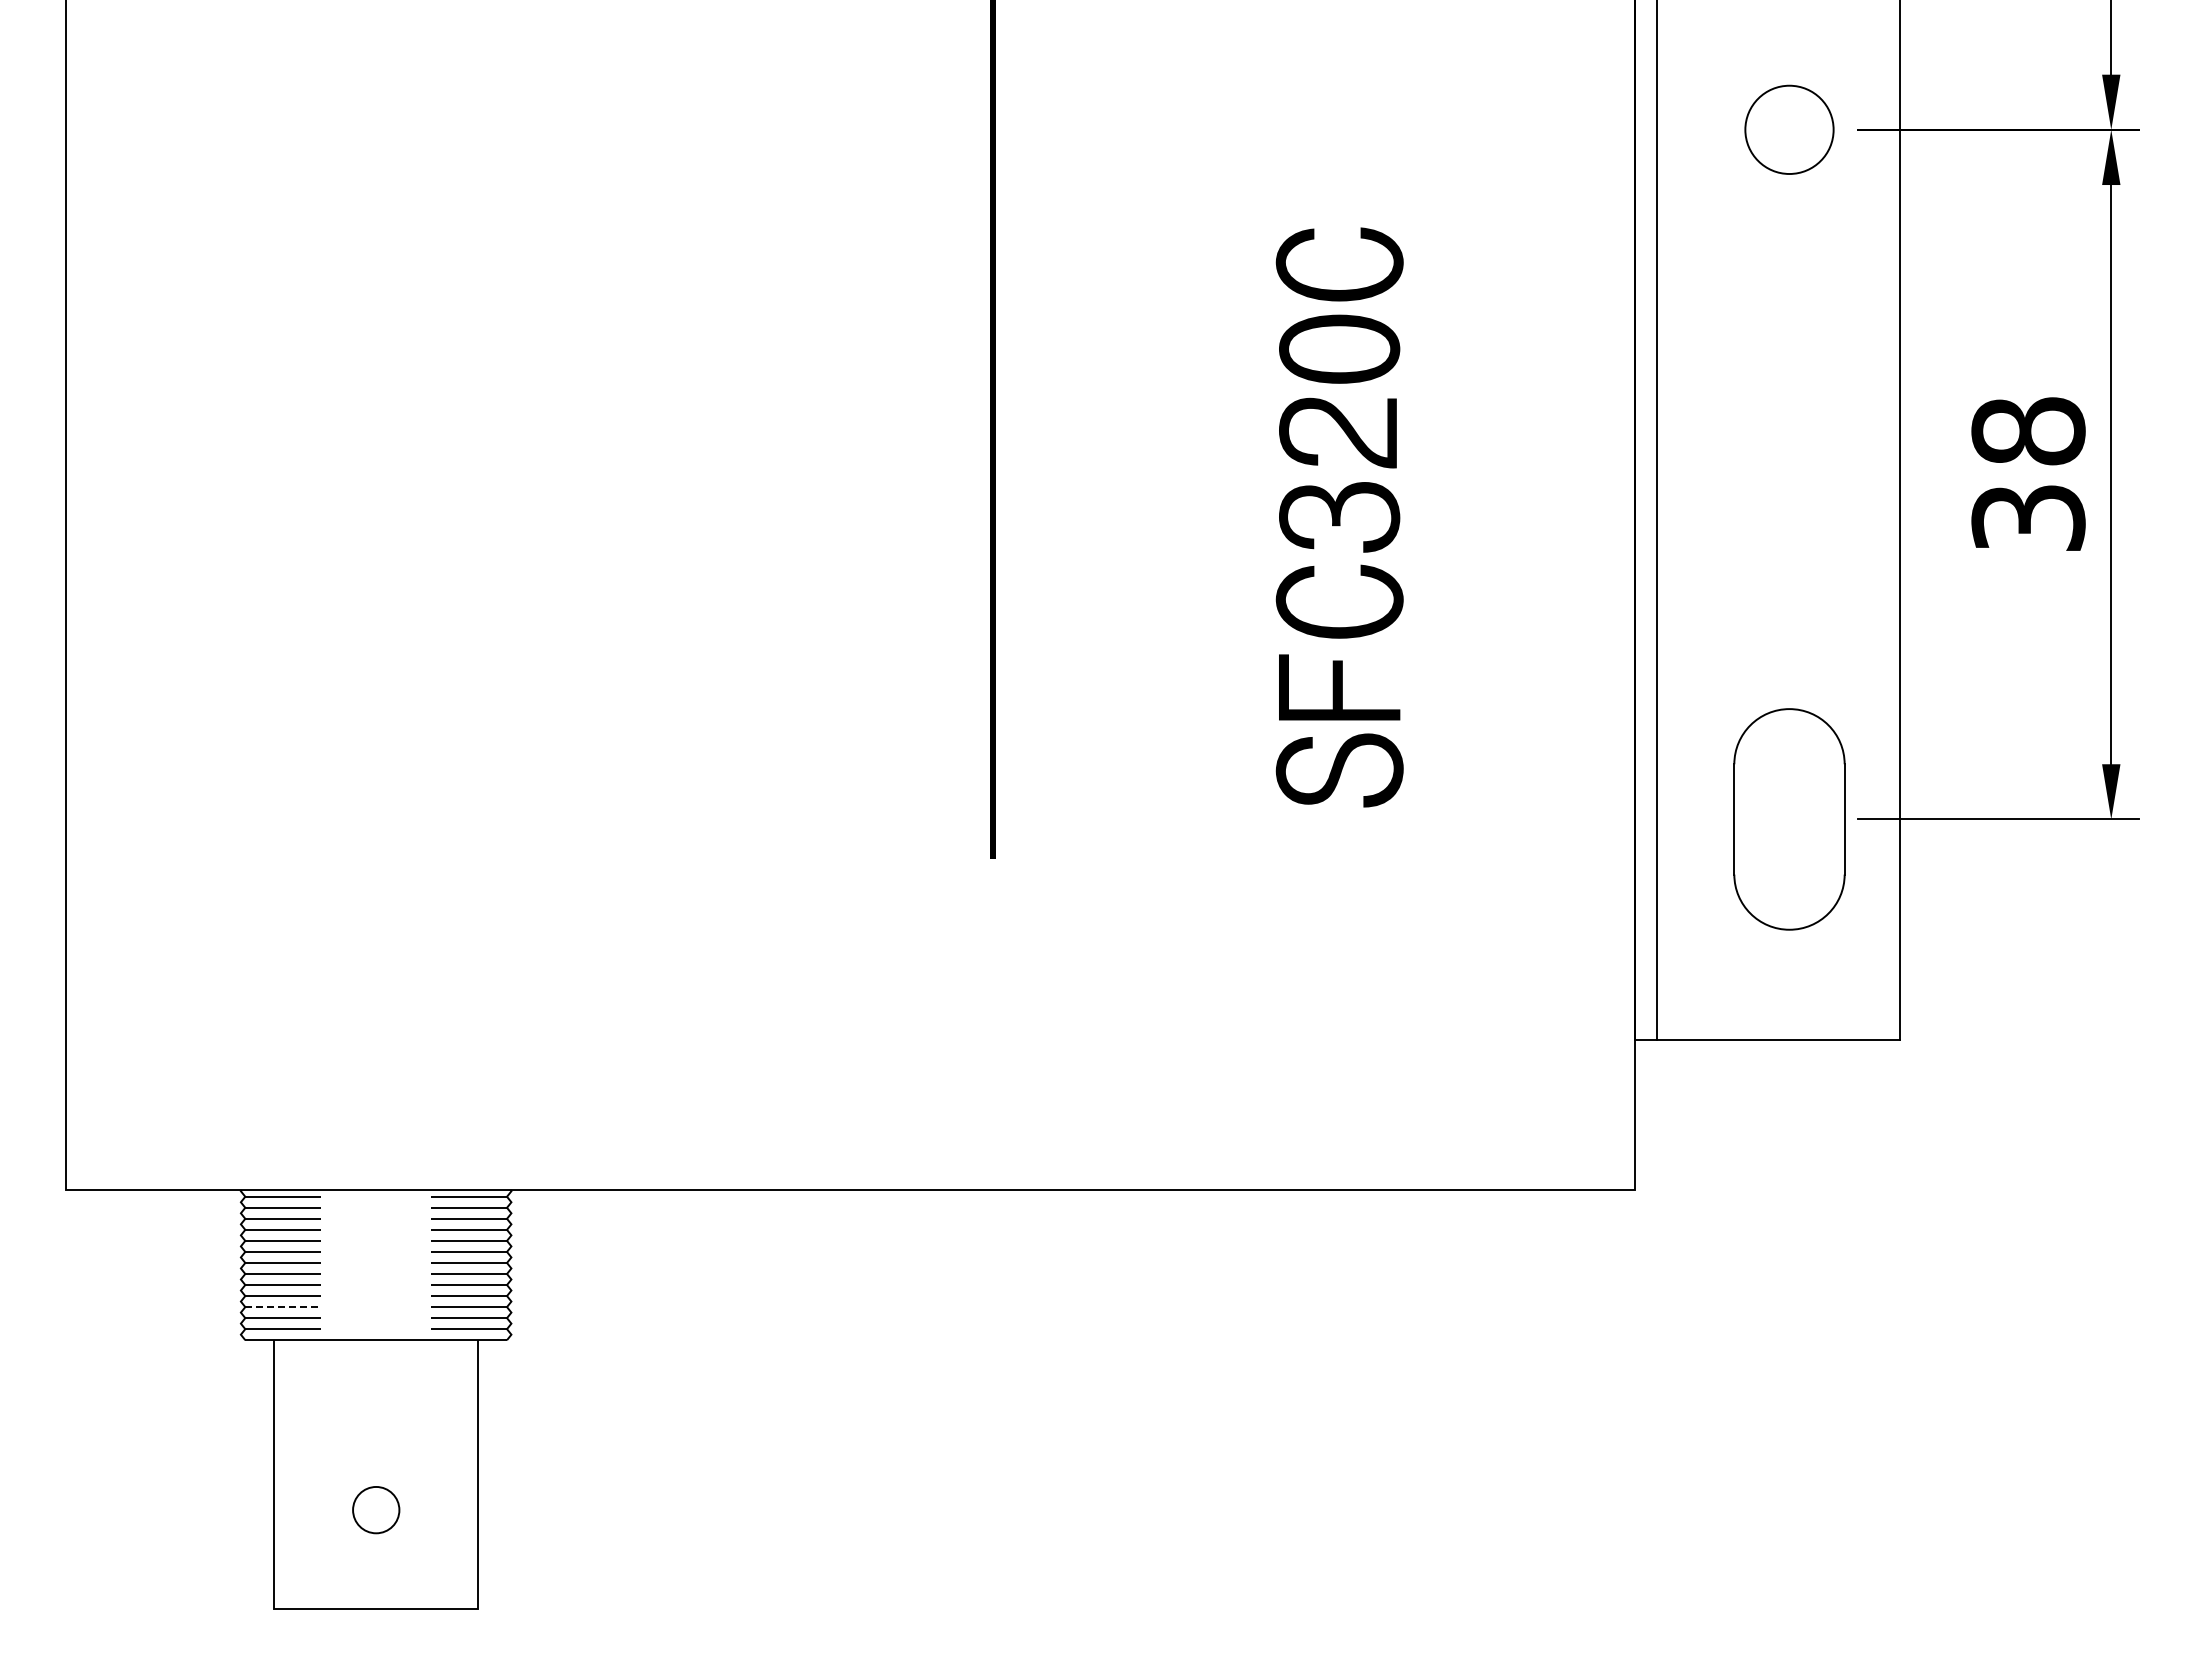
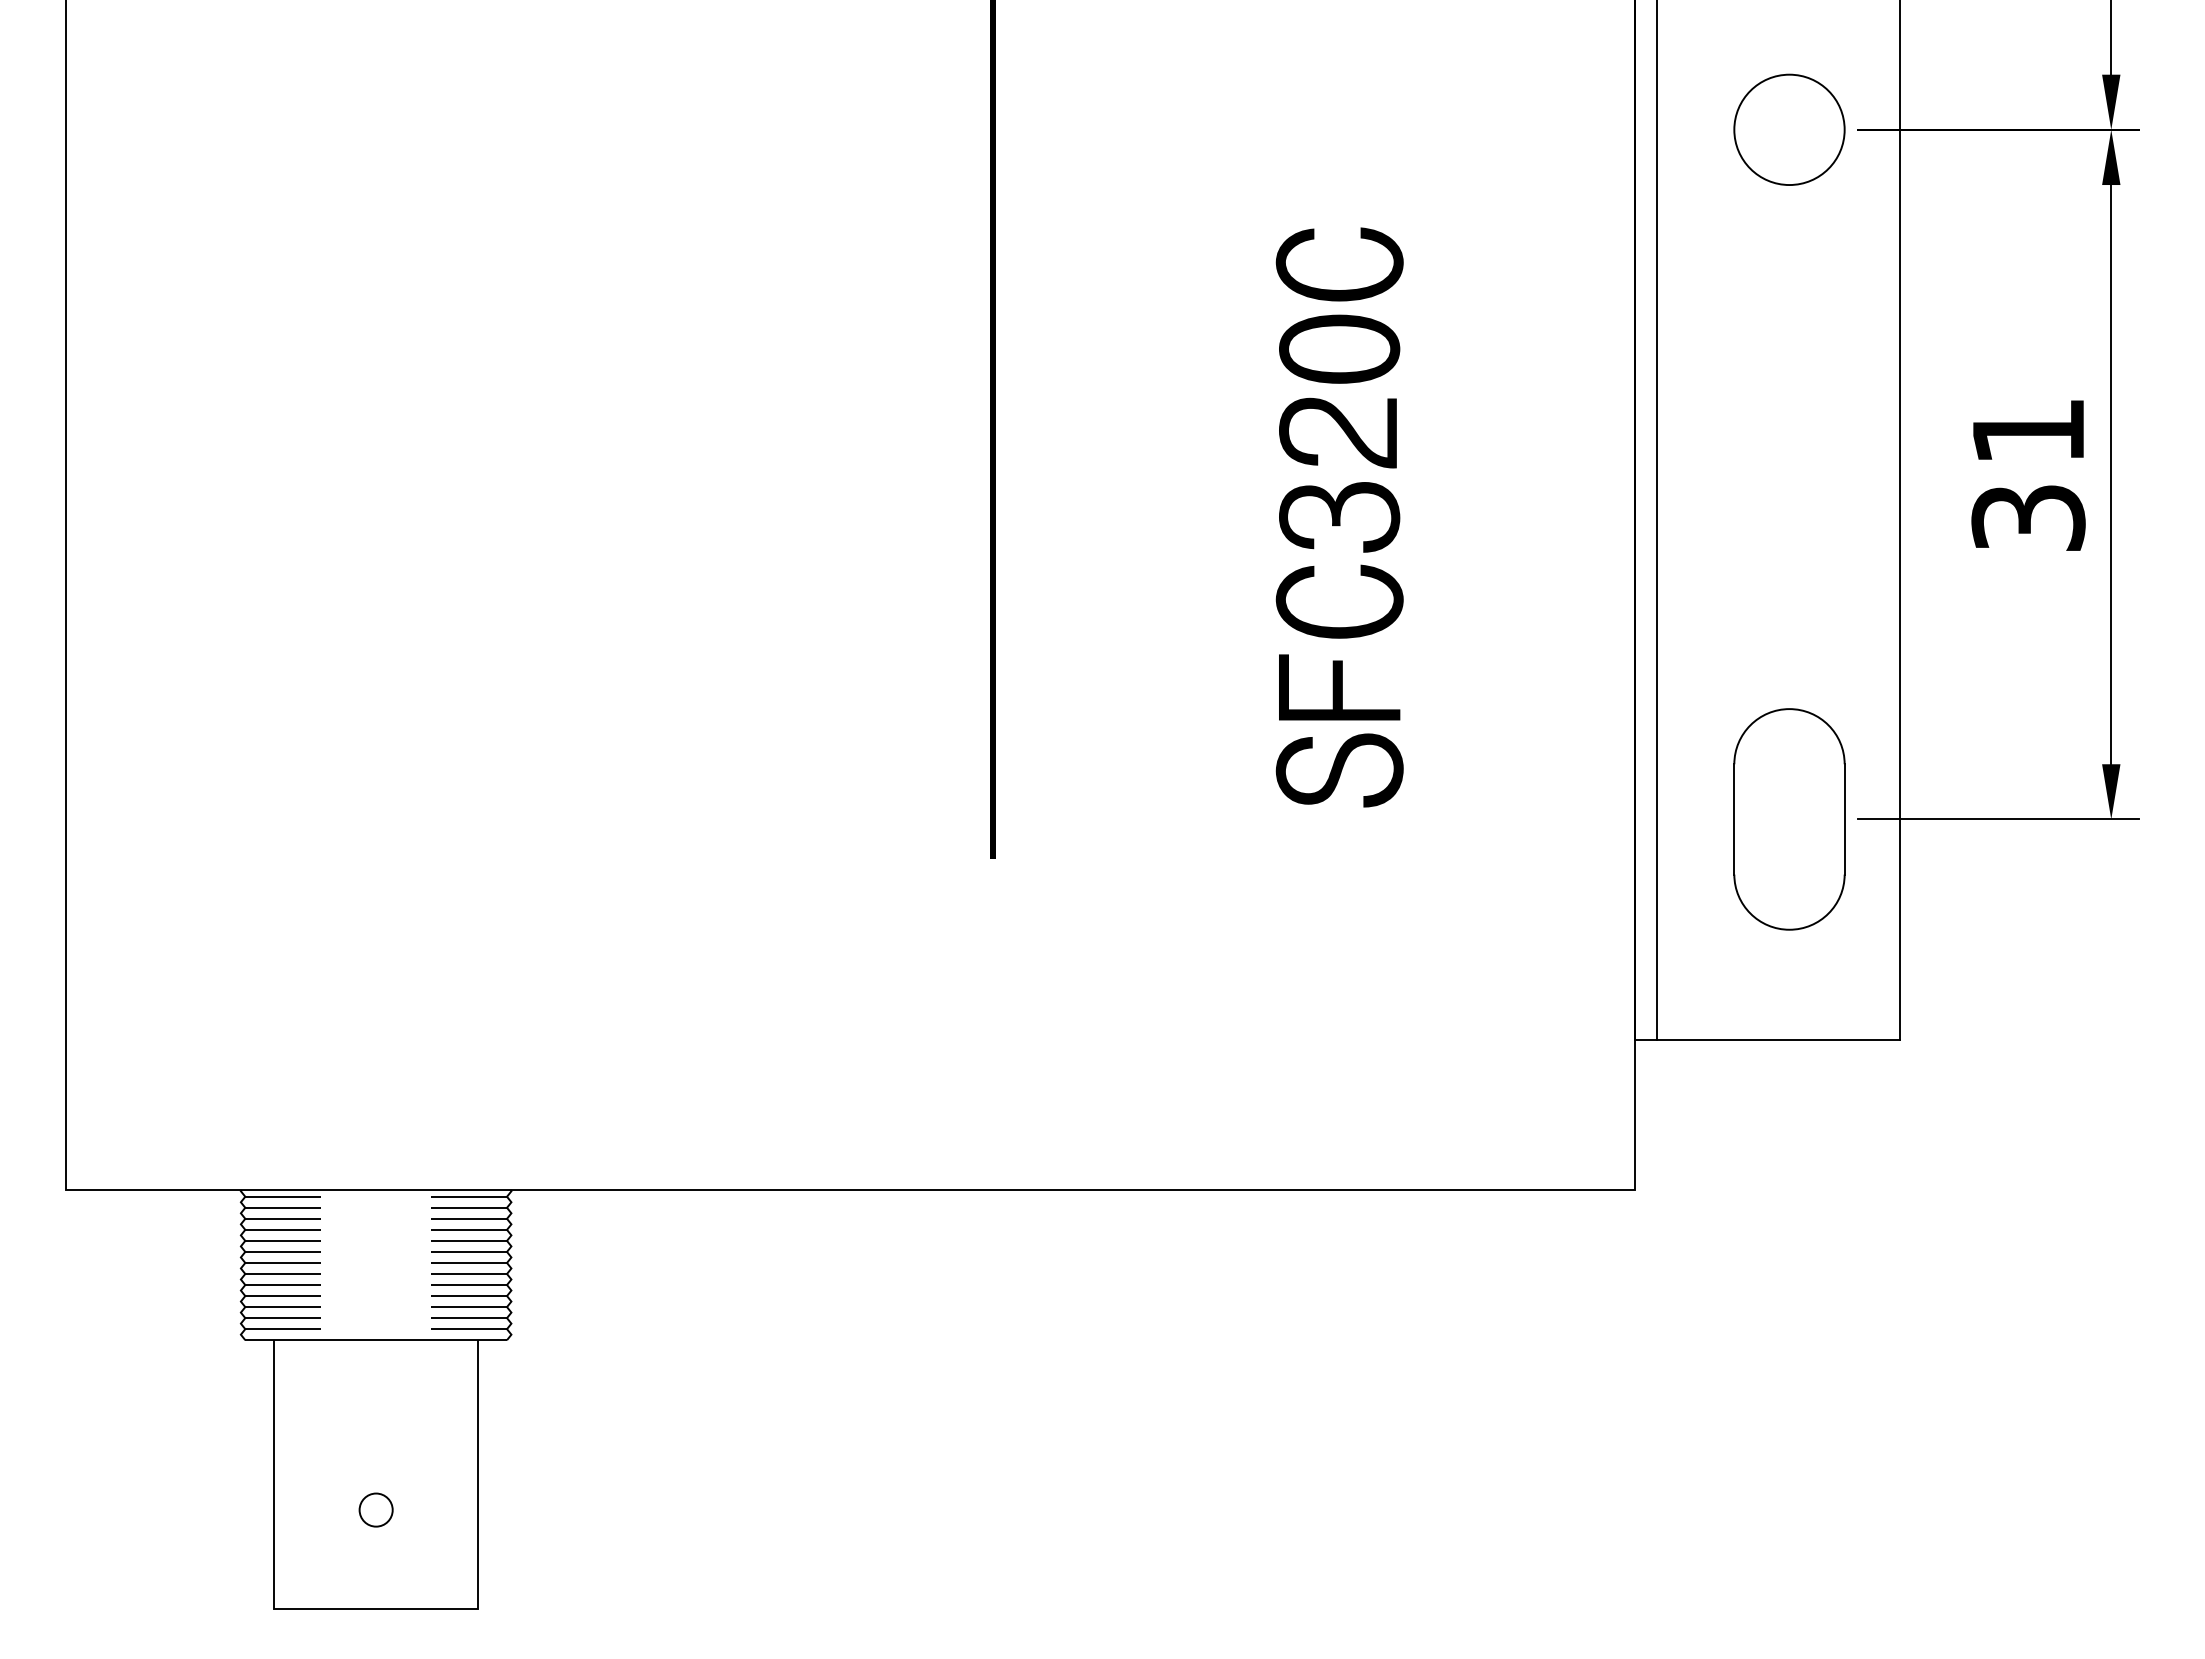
circle at (1789, 129) diameter: 88 px -> 110 px
text at (2028, 431): 38 -> 31
line at (283, 1307): dashed -> solid
circle at (376, 1510) size: 49x49 px -> 36x36 px
